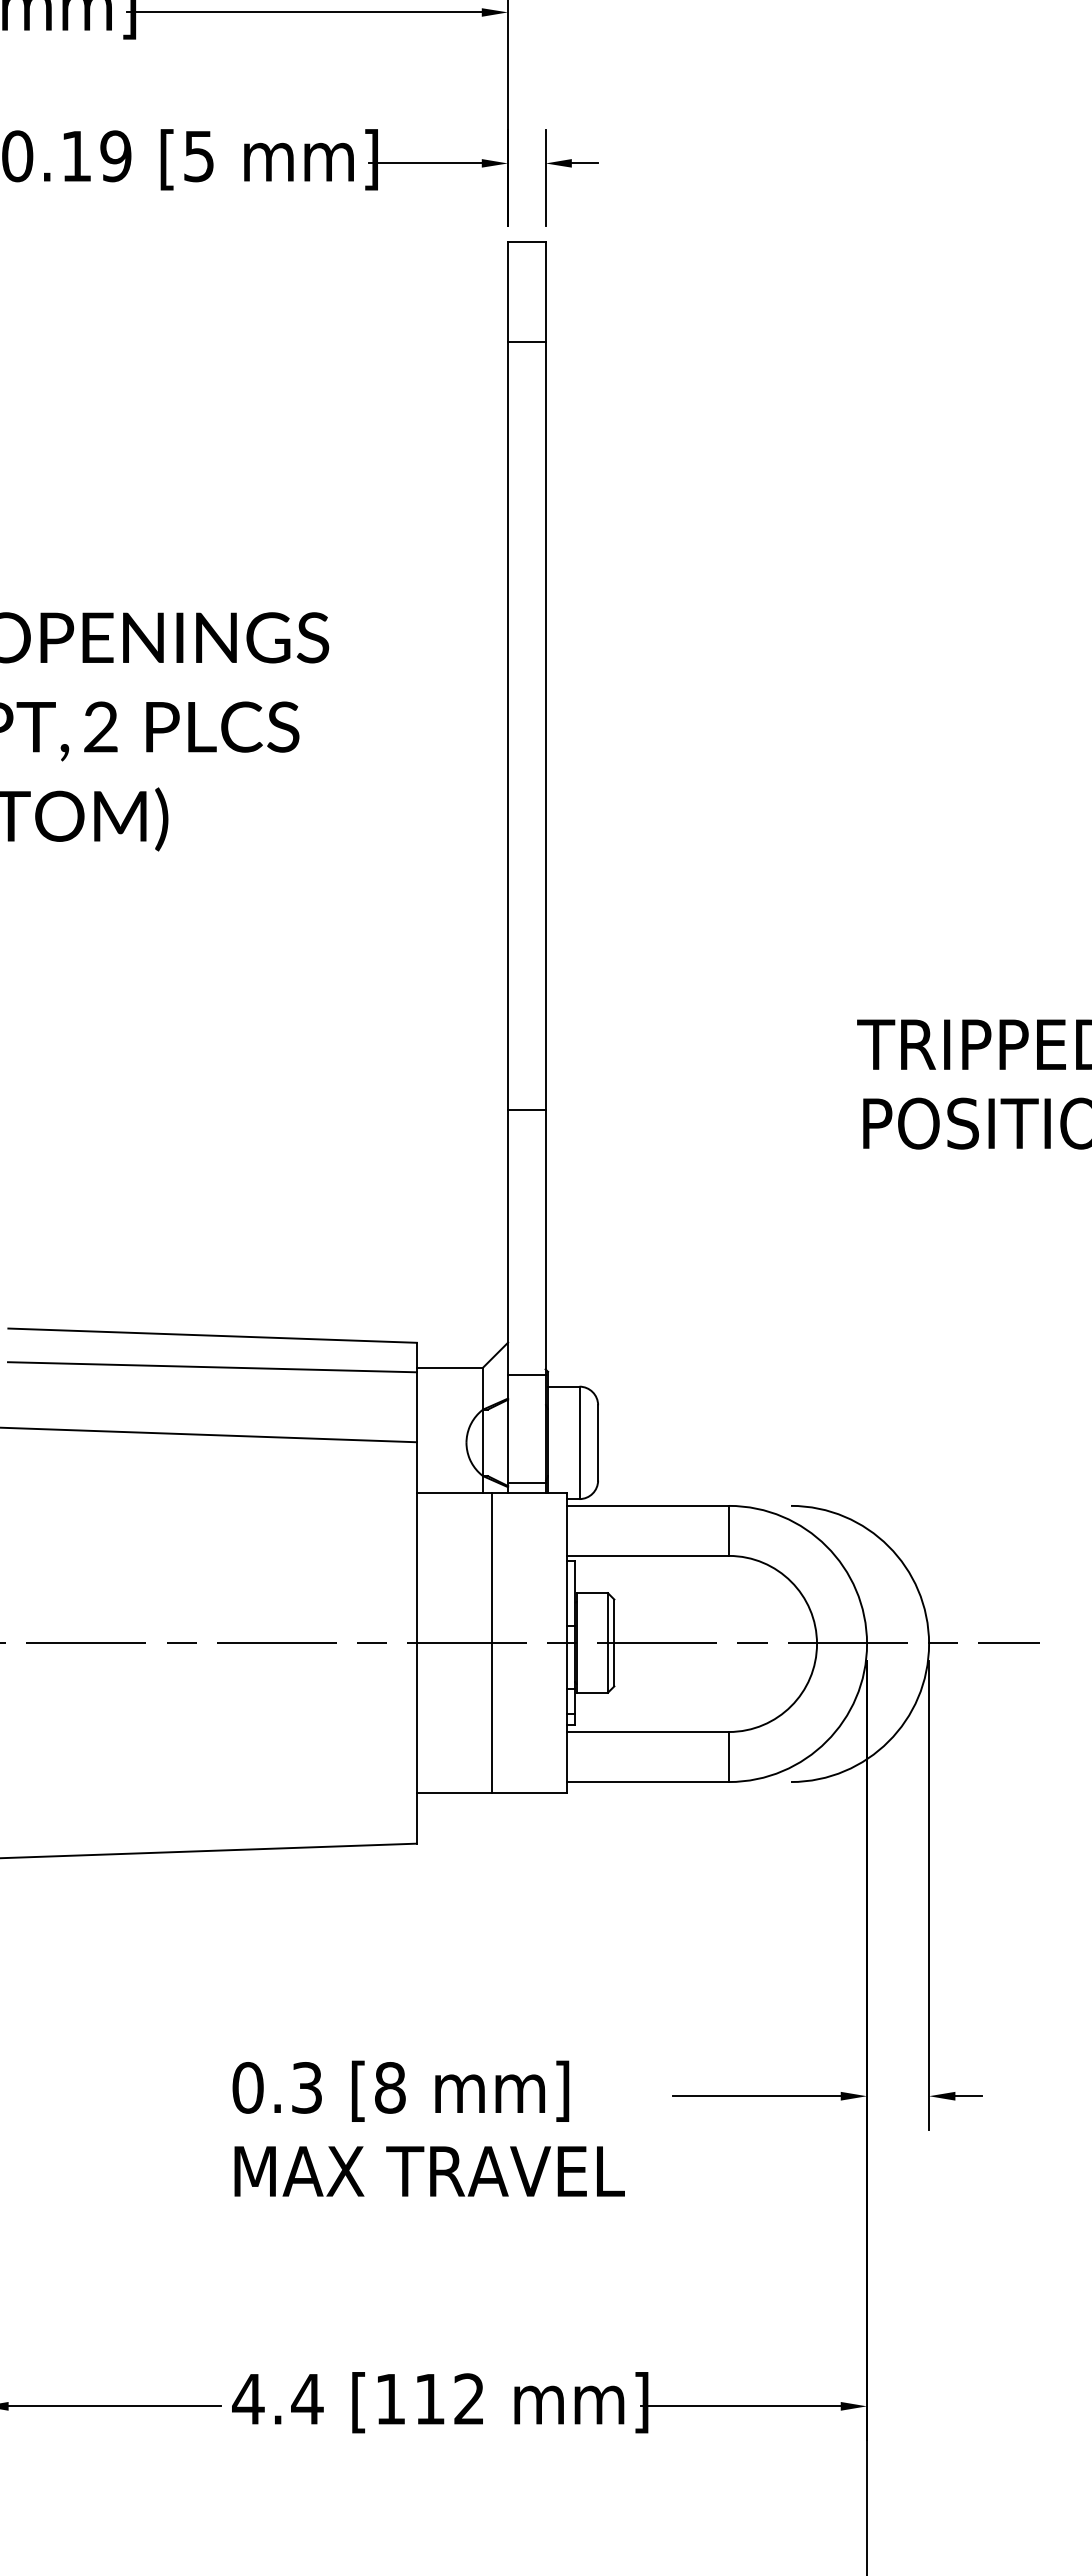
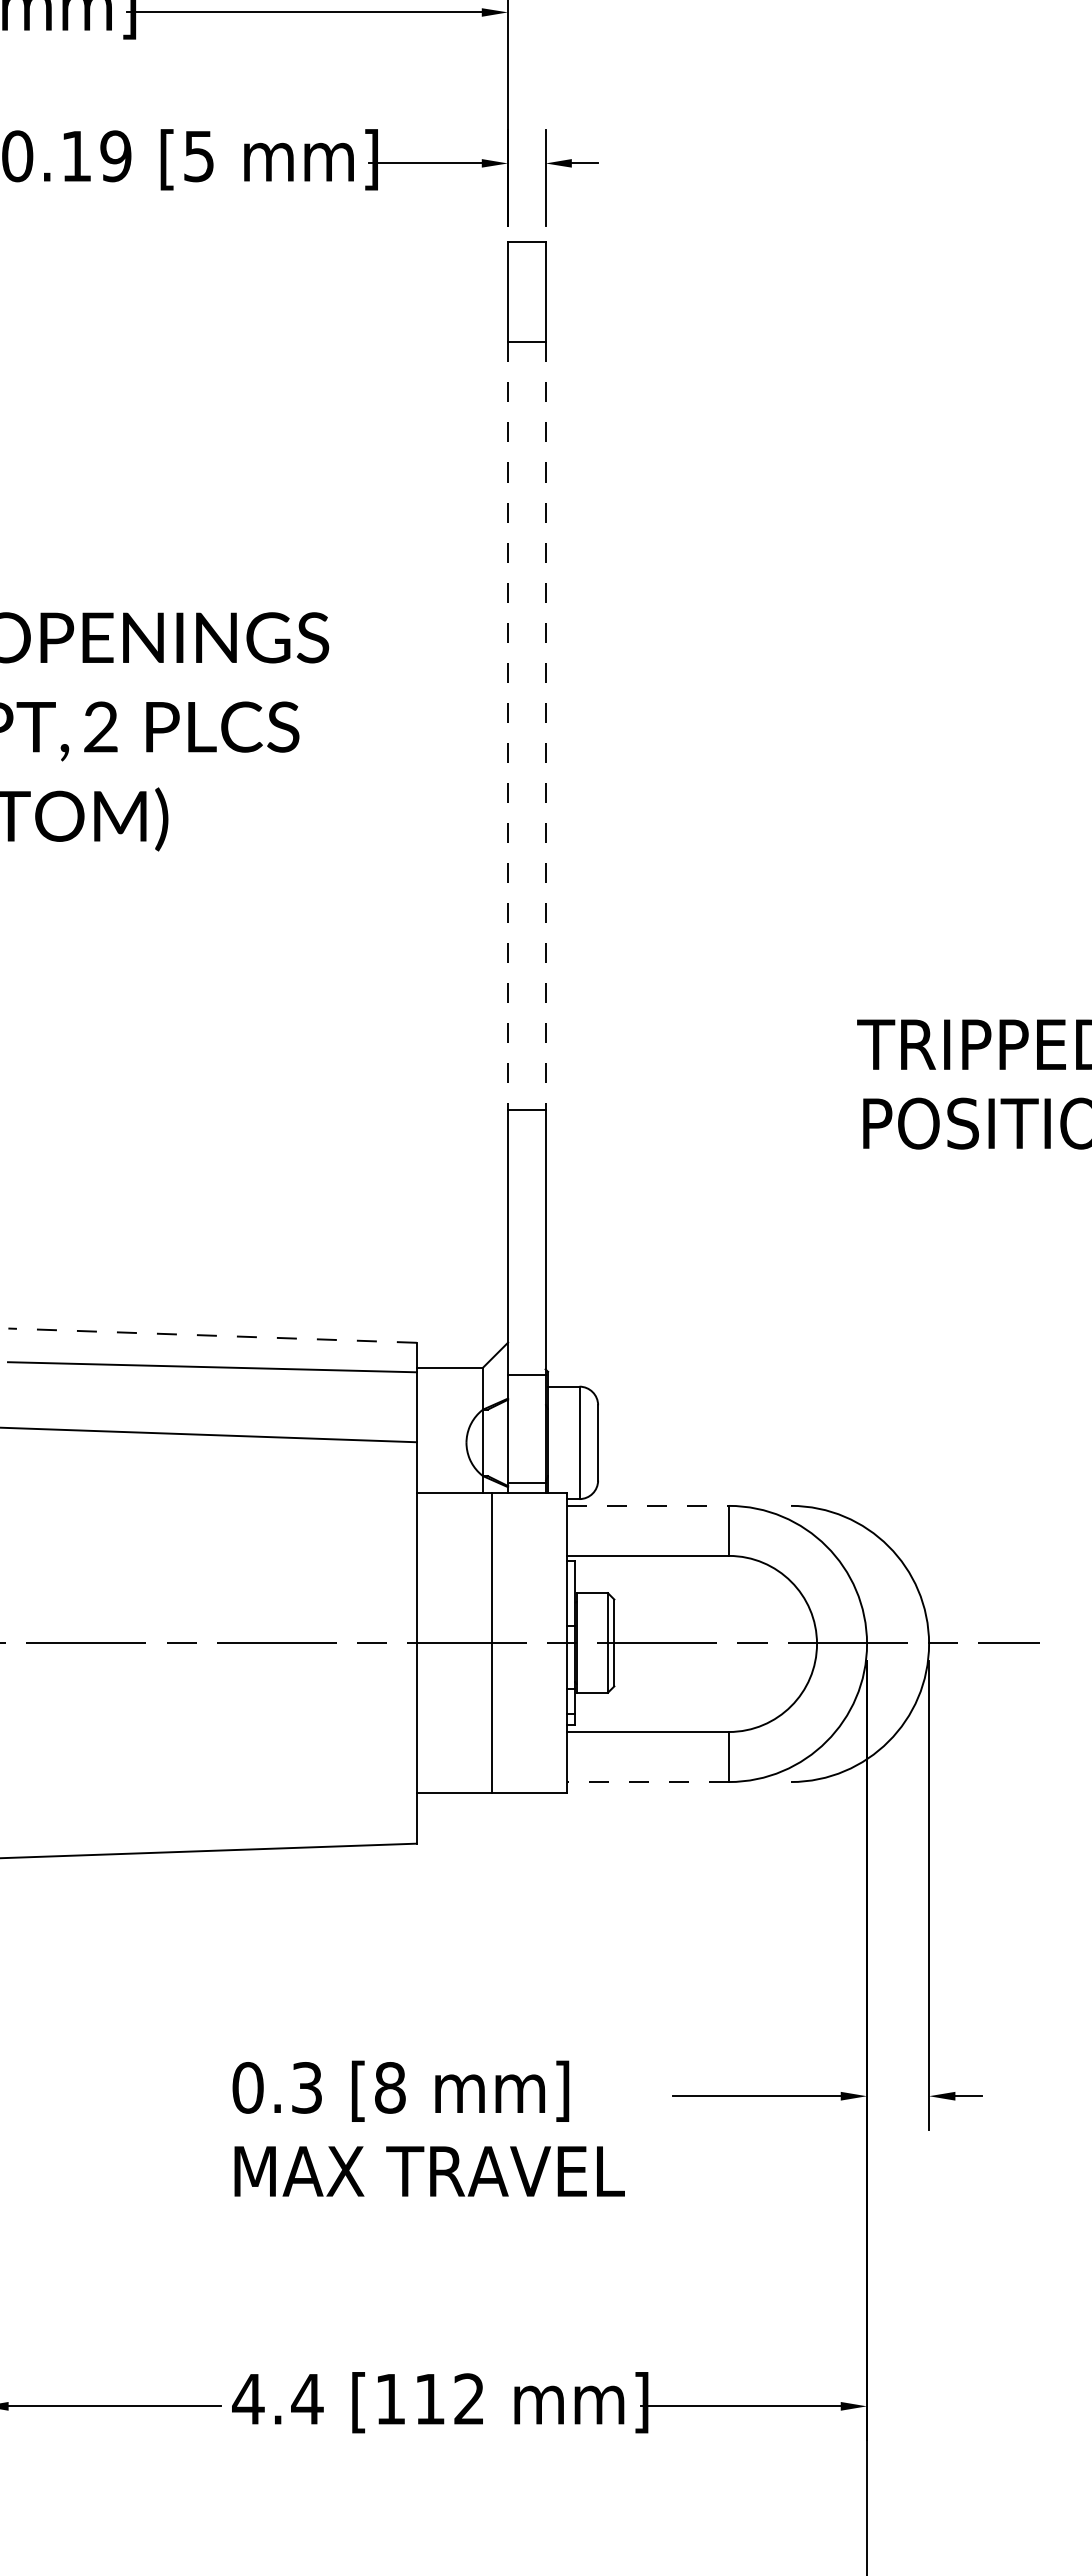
line at (508, 726): solid -> dashed
line at (545, 726): solid -> dashed
line at (212, 1335): solid -> dashed
line at (648, 1505): solid -> dashed
line at (647, 1782): solid -> dashed
